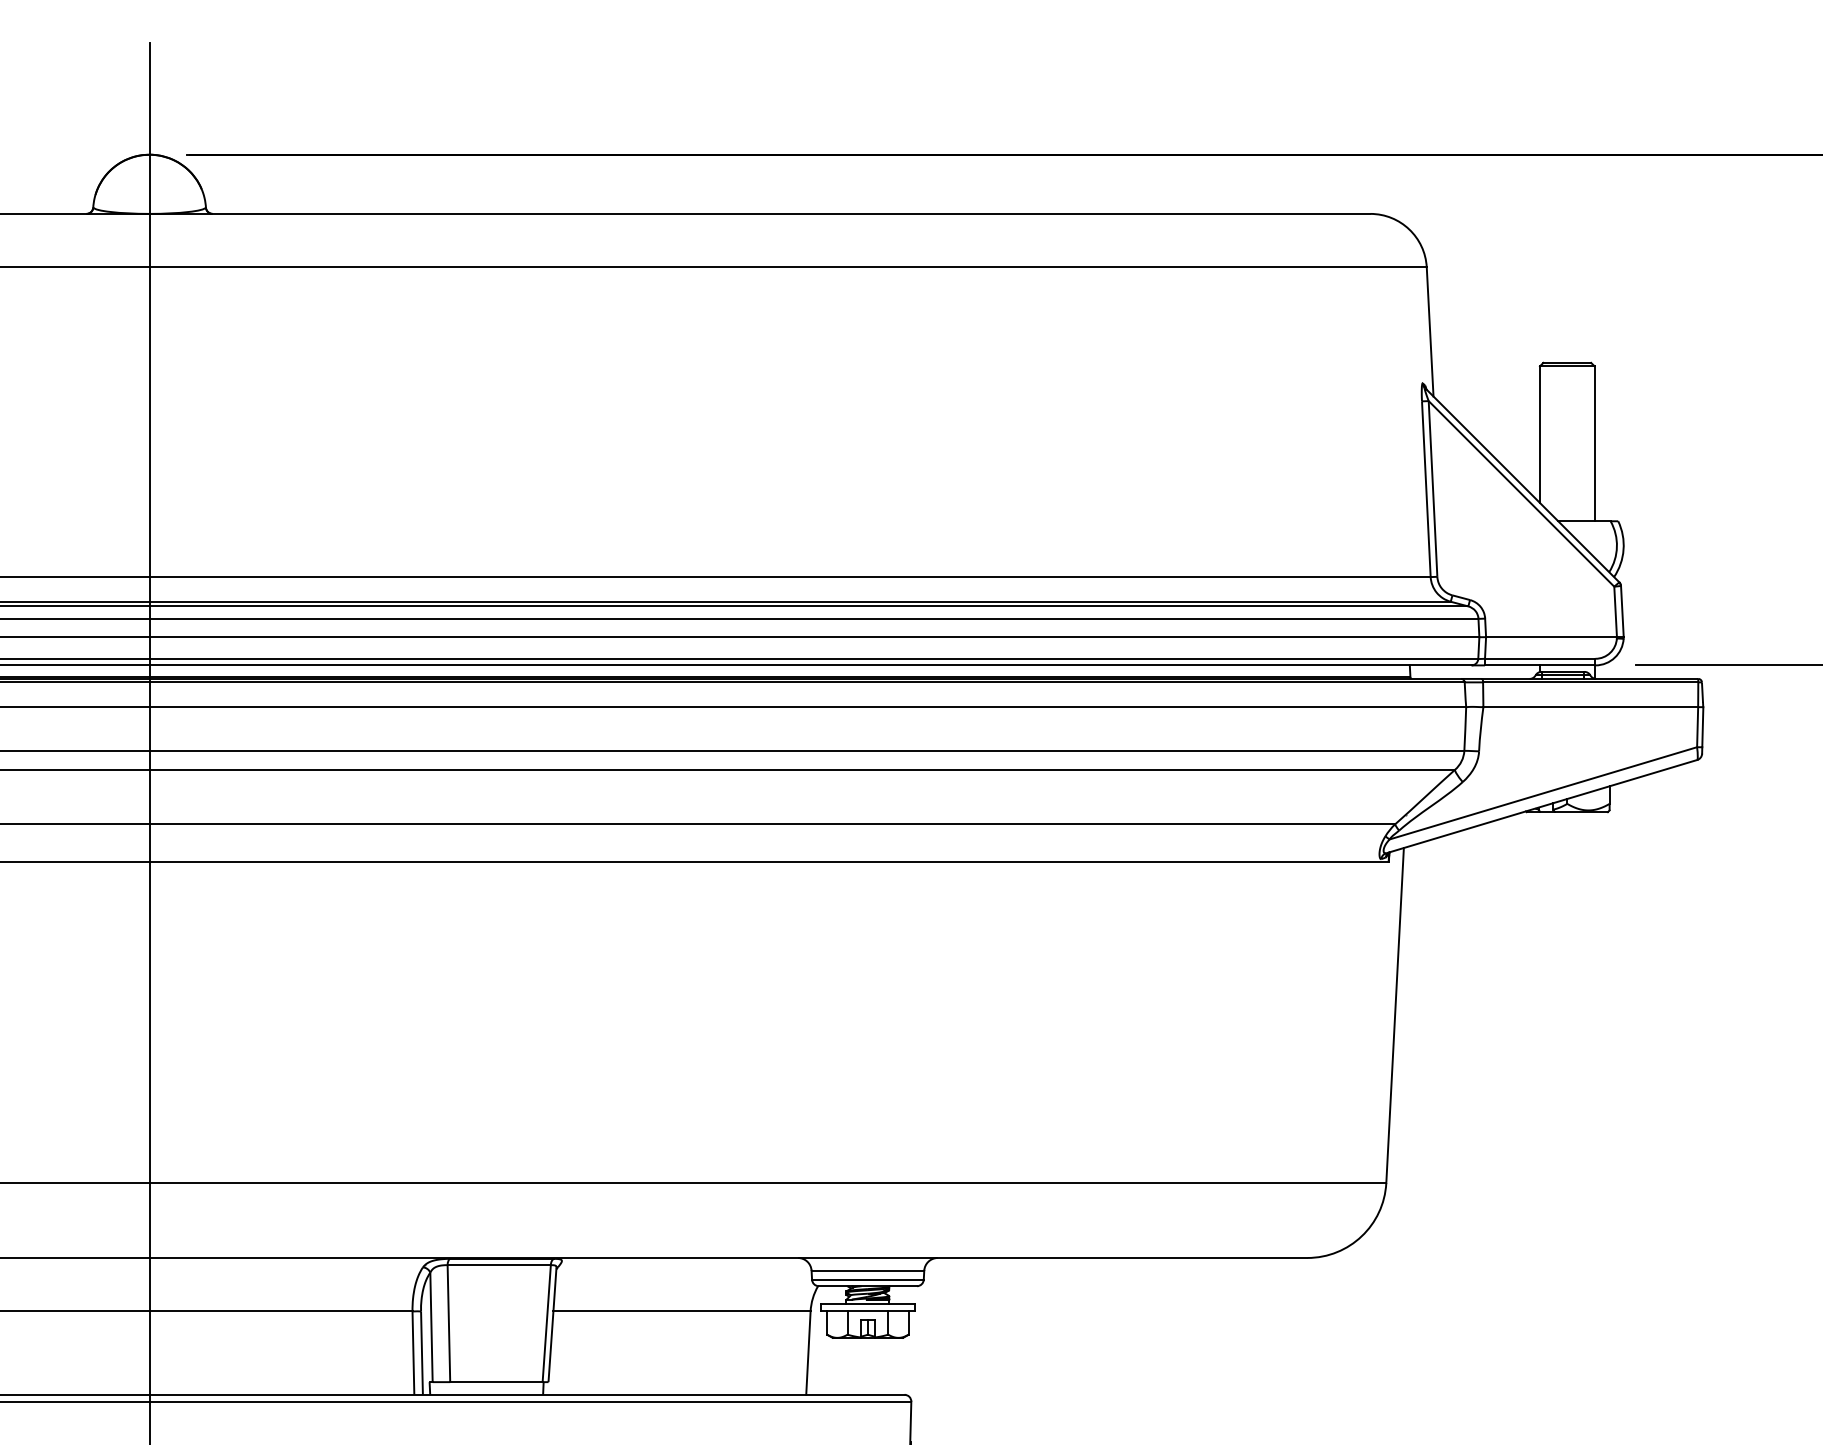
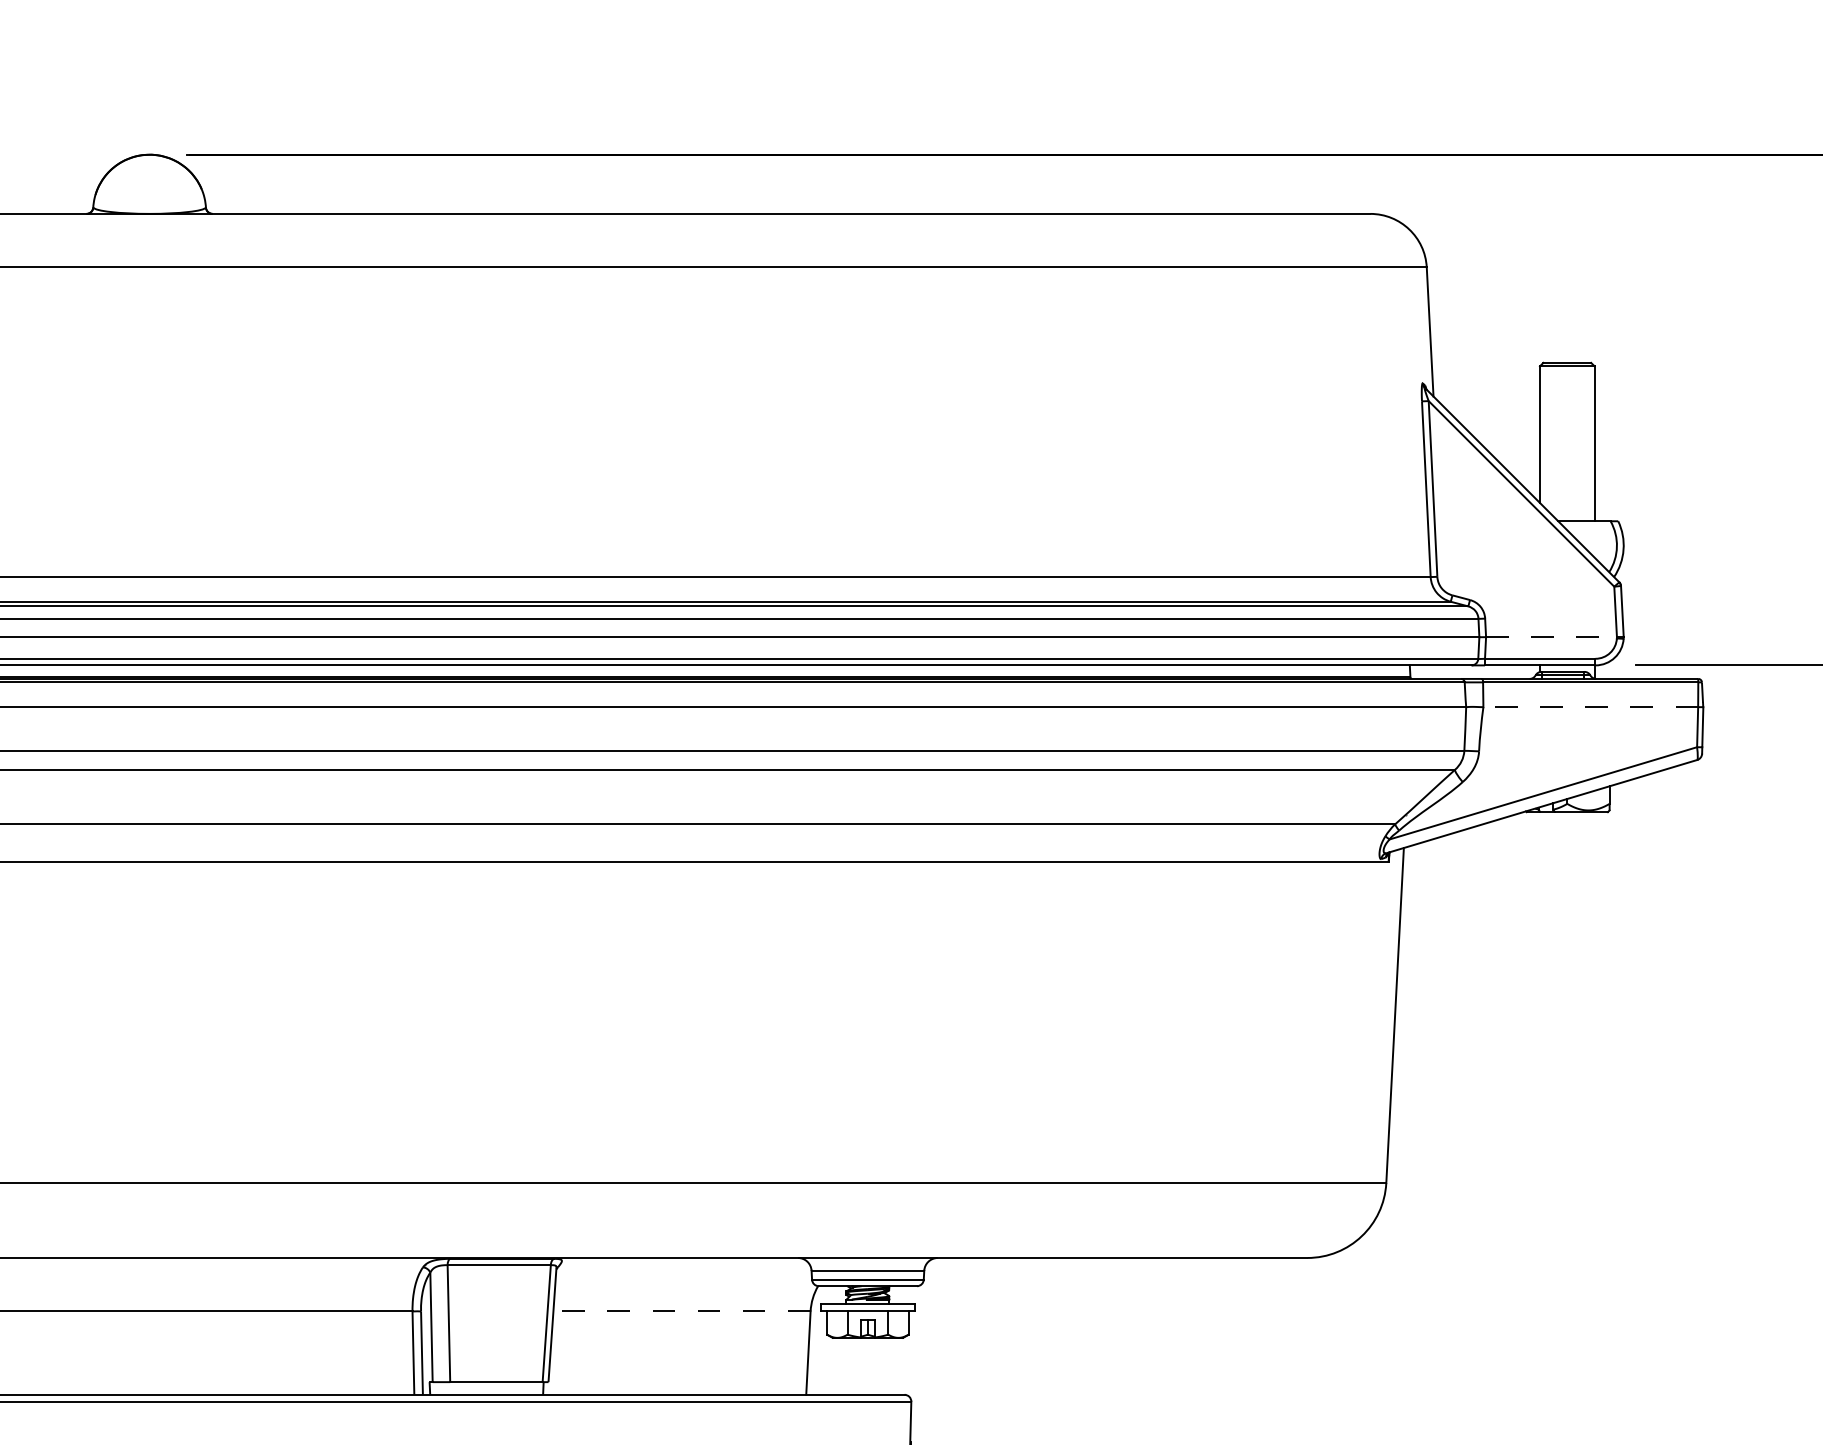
line at (1552, 637): solid -> dashed
line at (1590, 707): solid -> dashed
line at (149, 742): present -> none
line at (682, 1311): solid -> dashed
